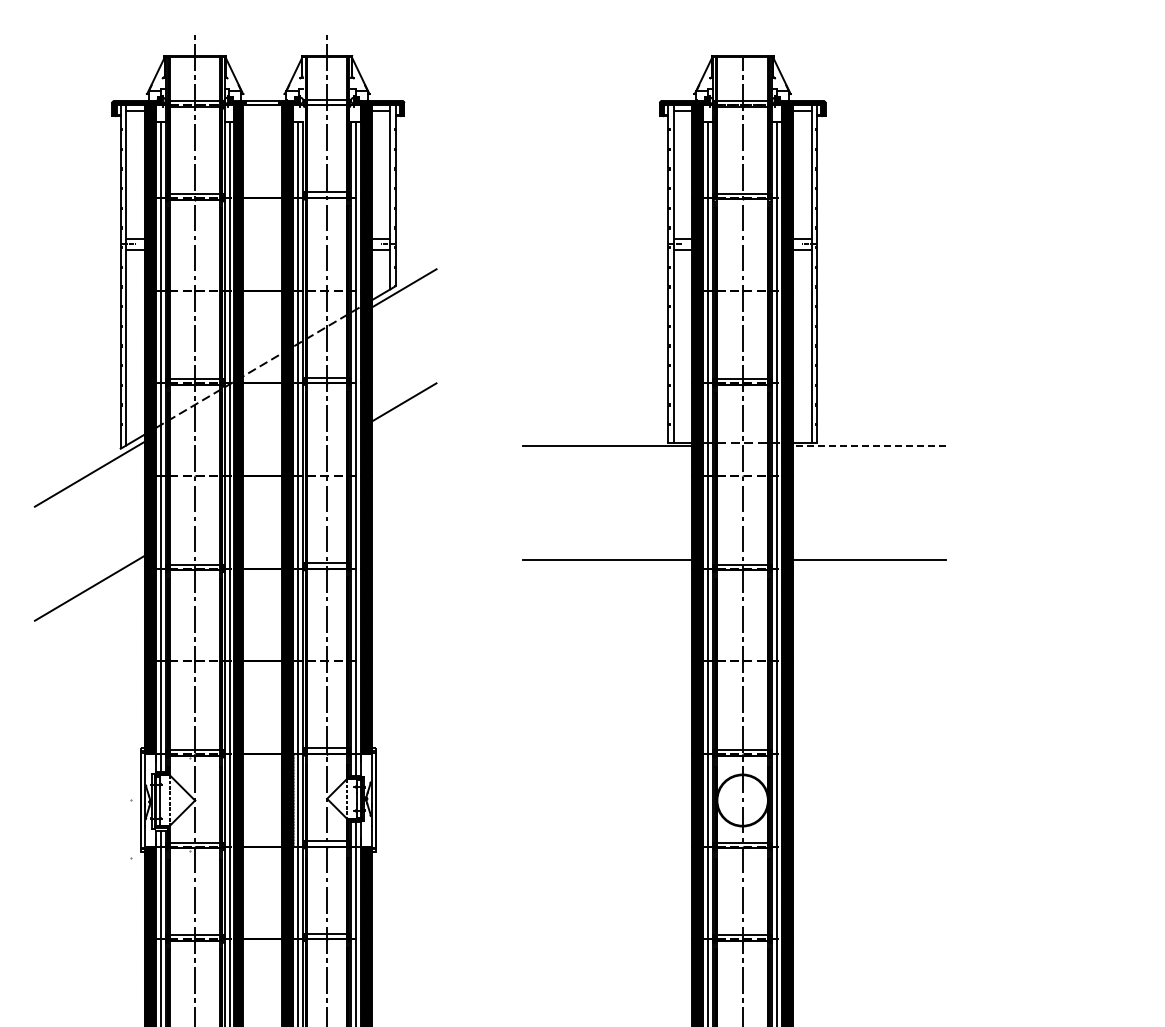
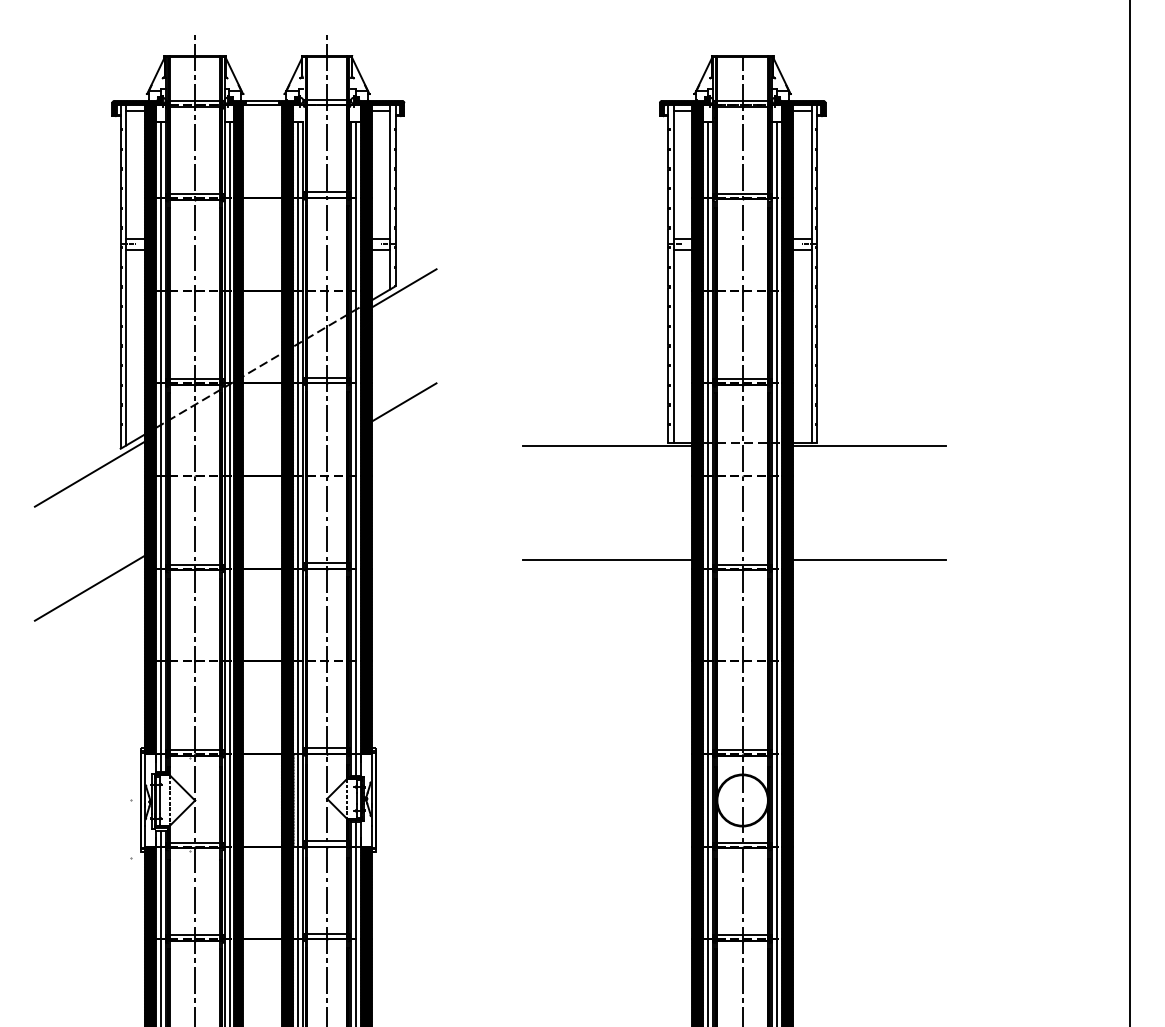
line at (869, 445): dashed -> solid
line at (1130, 512): none -> present
